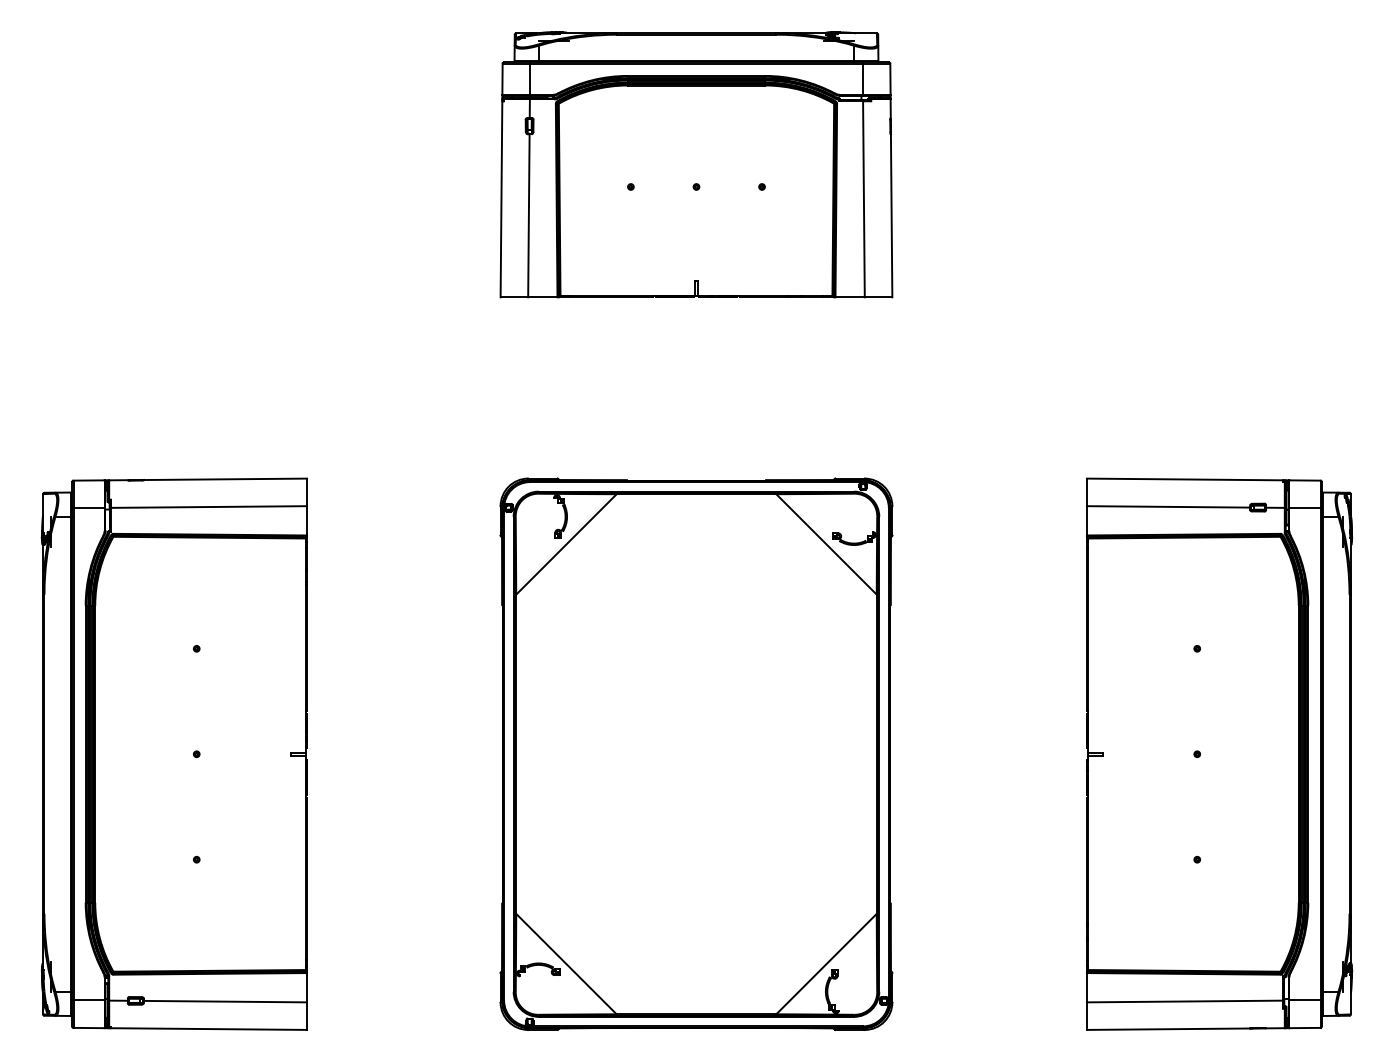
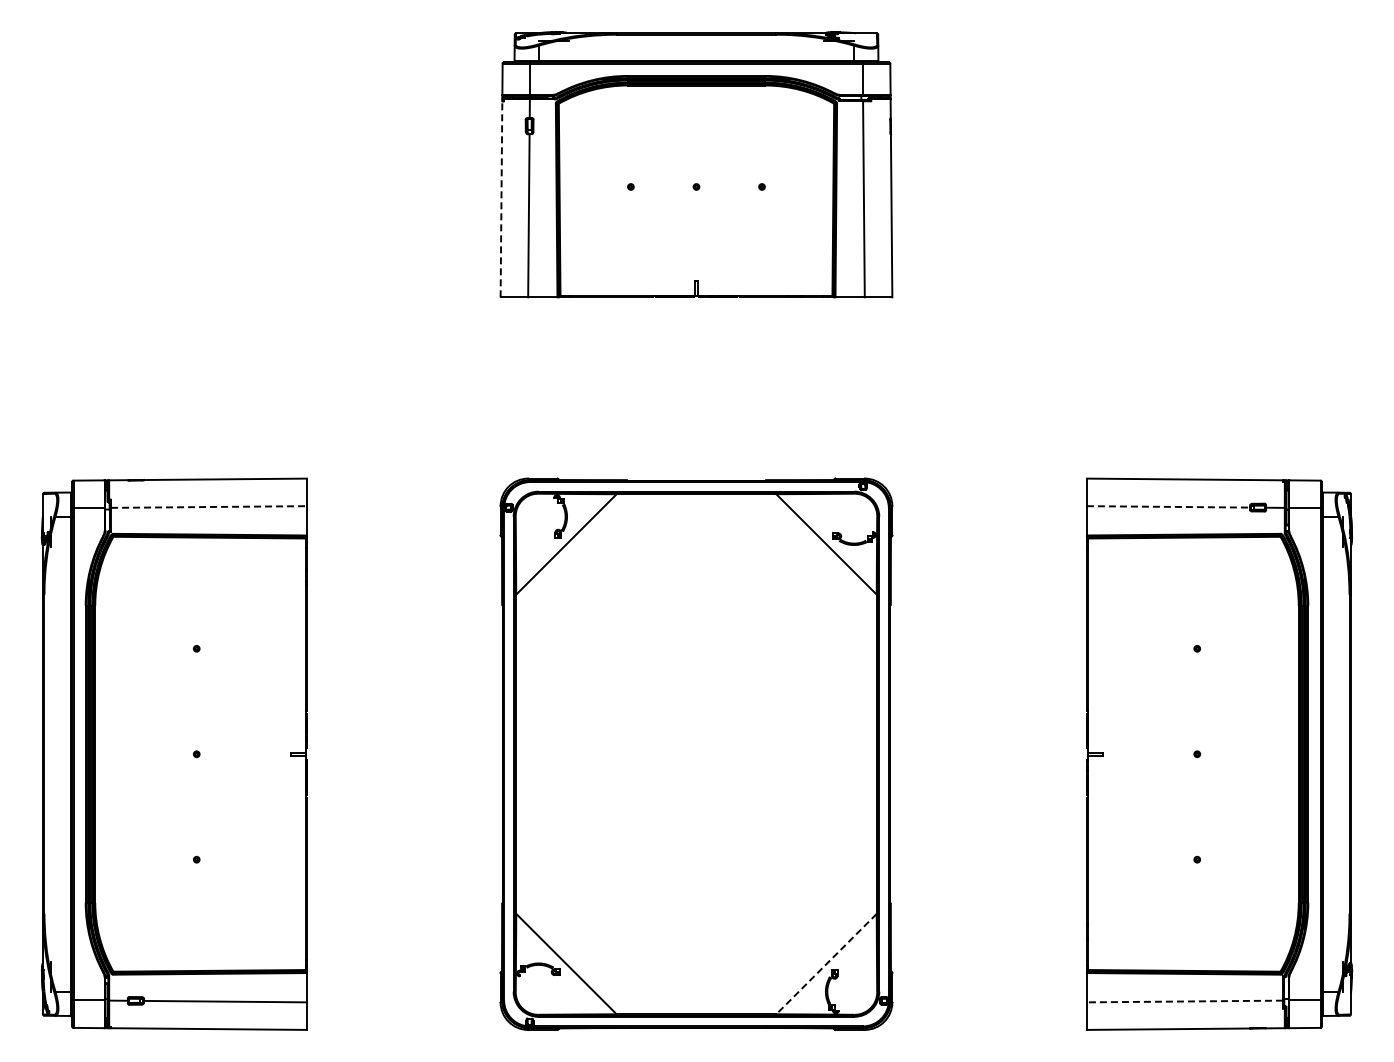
line at (501, 195): solid -> dashed
line at (1168, 506): solid -> dashed
line at (209, 507): solid -> dashed
line at (826, 964): solid -> dashed
line at (1184, 1001): solid -> dashed
